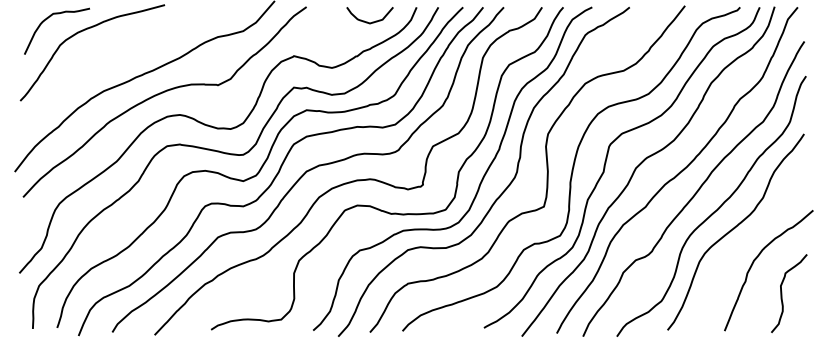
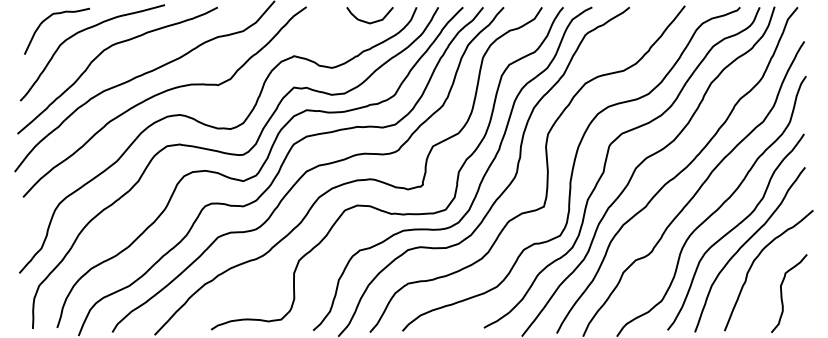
curve at (101, 54): none -> present
curve at (745, 244): none -> present
